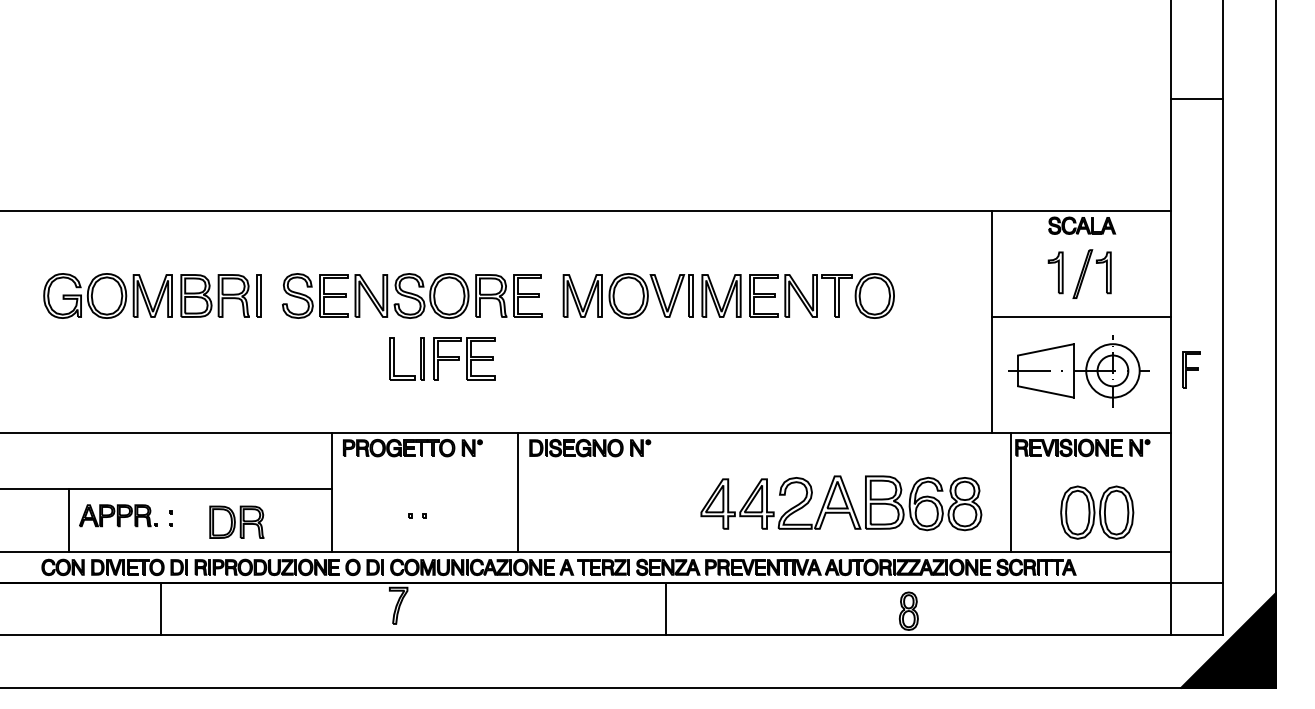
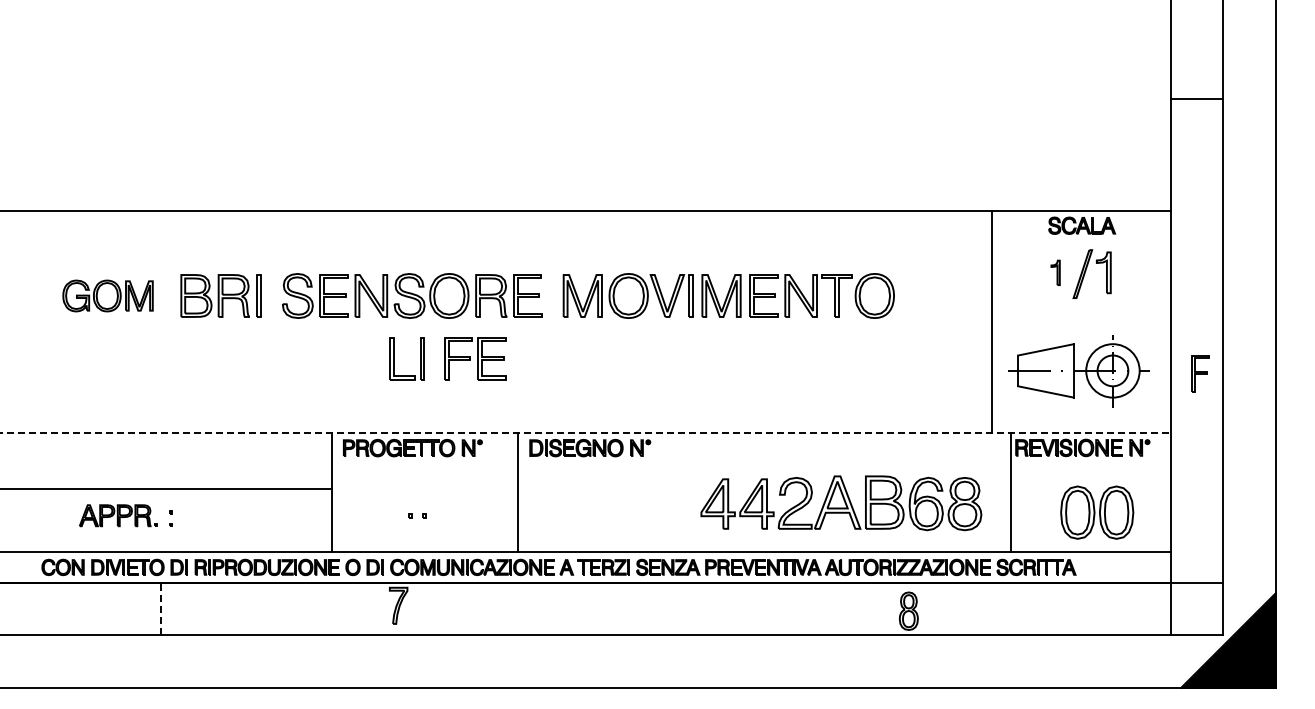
part at (1055, 272) size: 17x44 px -> 11x27 px
part at (107, 295) size: 130x46 px -> 92x34 px
line at (1081, 316): present -> none
part at (464, 358) position: (464, 358) -> (475, 358)
part at (1191, 369) position: (1191, 369) -> (1200, 373)
line at (585, 433): solid -> dashed
line at (69, 519): present -> none
part at (236, 521): present -> none
line at (161, 608): solid -> dashed
line at (665, 608): present -> none
